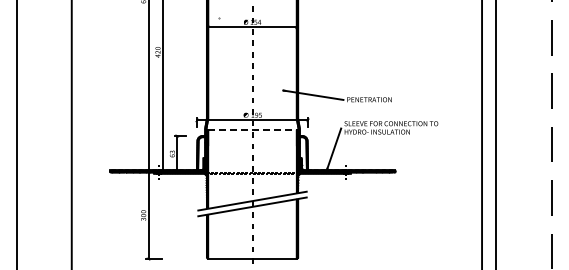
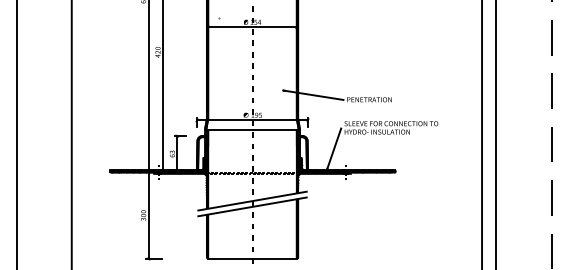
line at (253, 129): dashed -> solid
